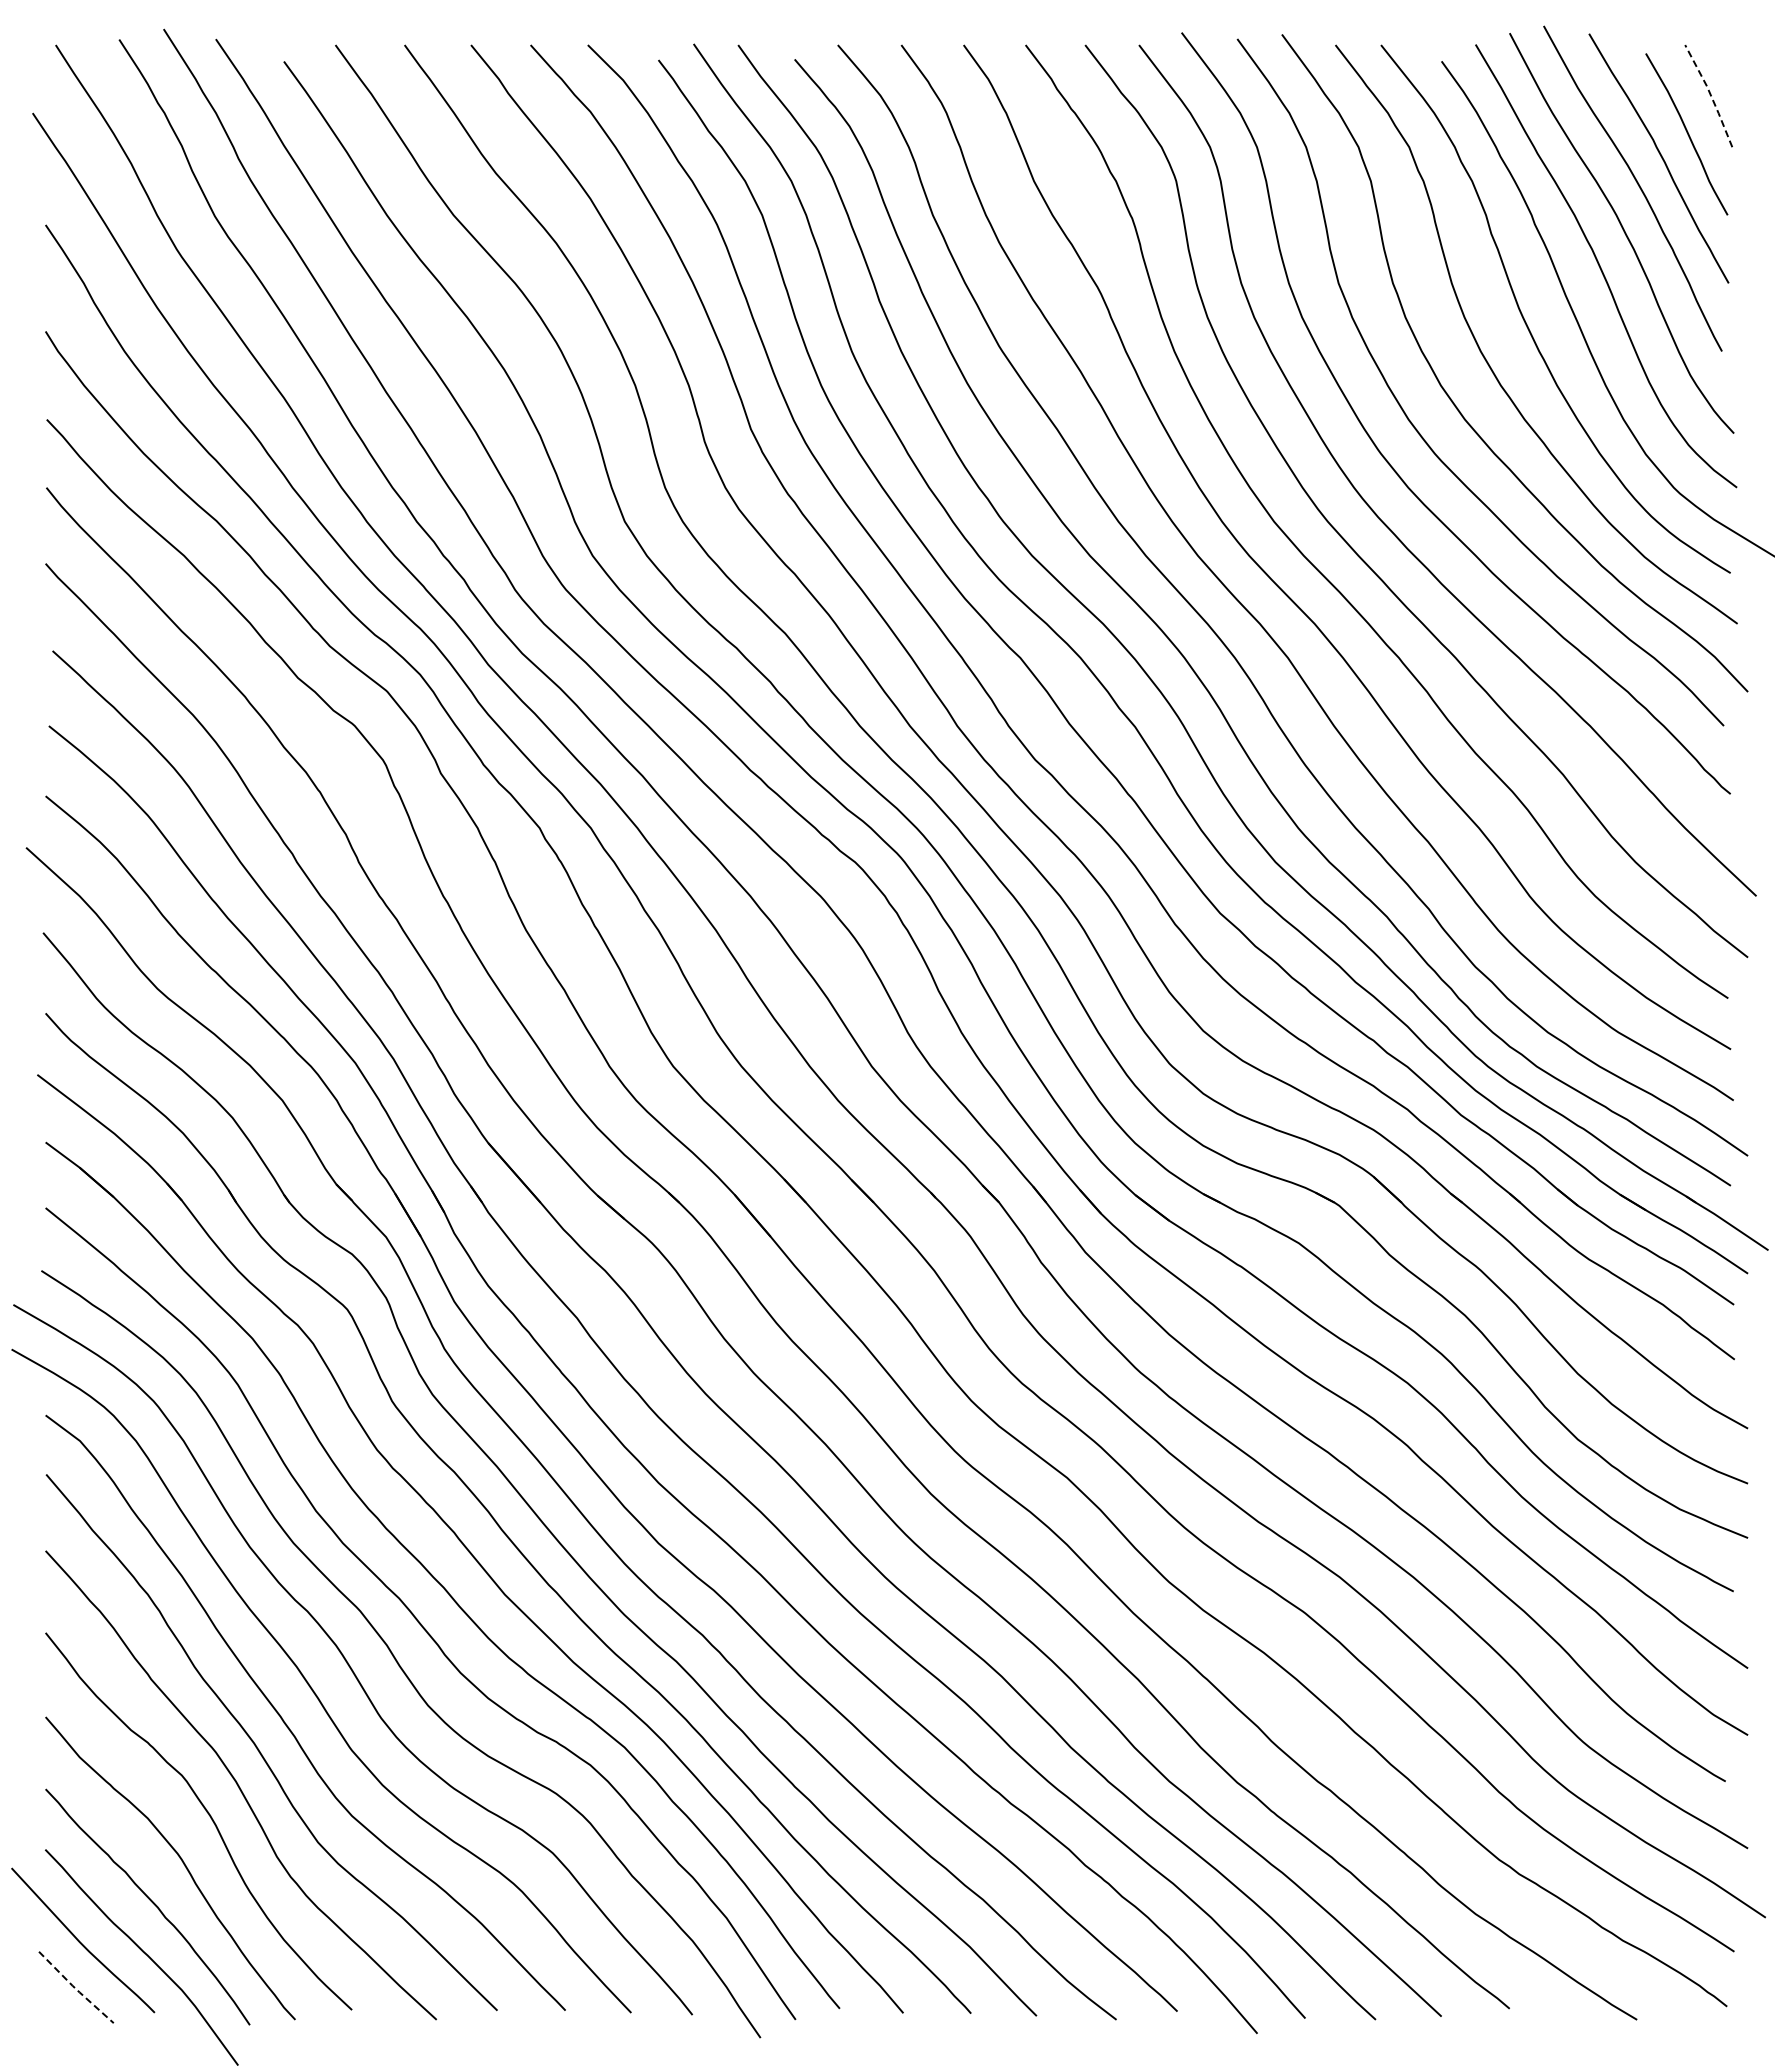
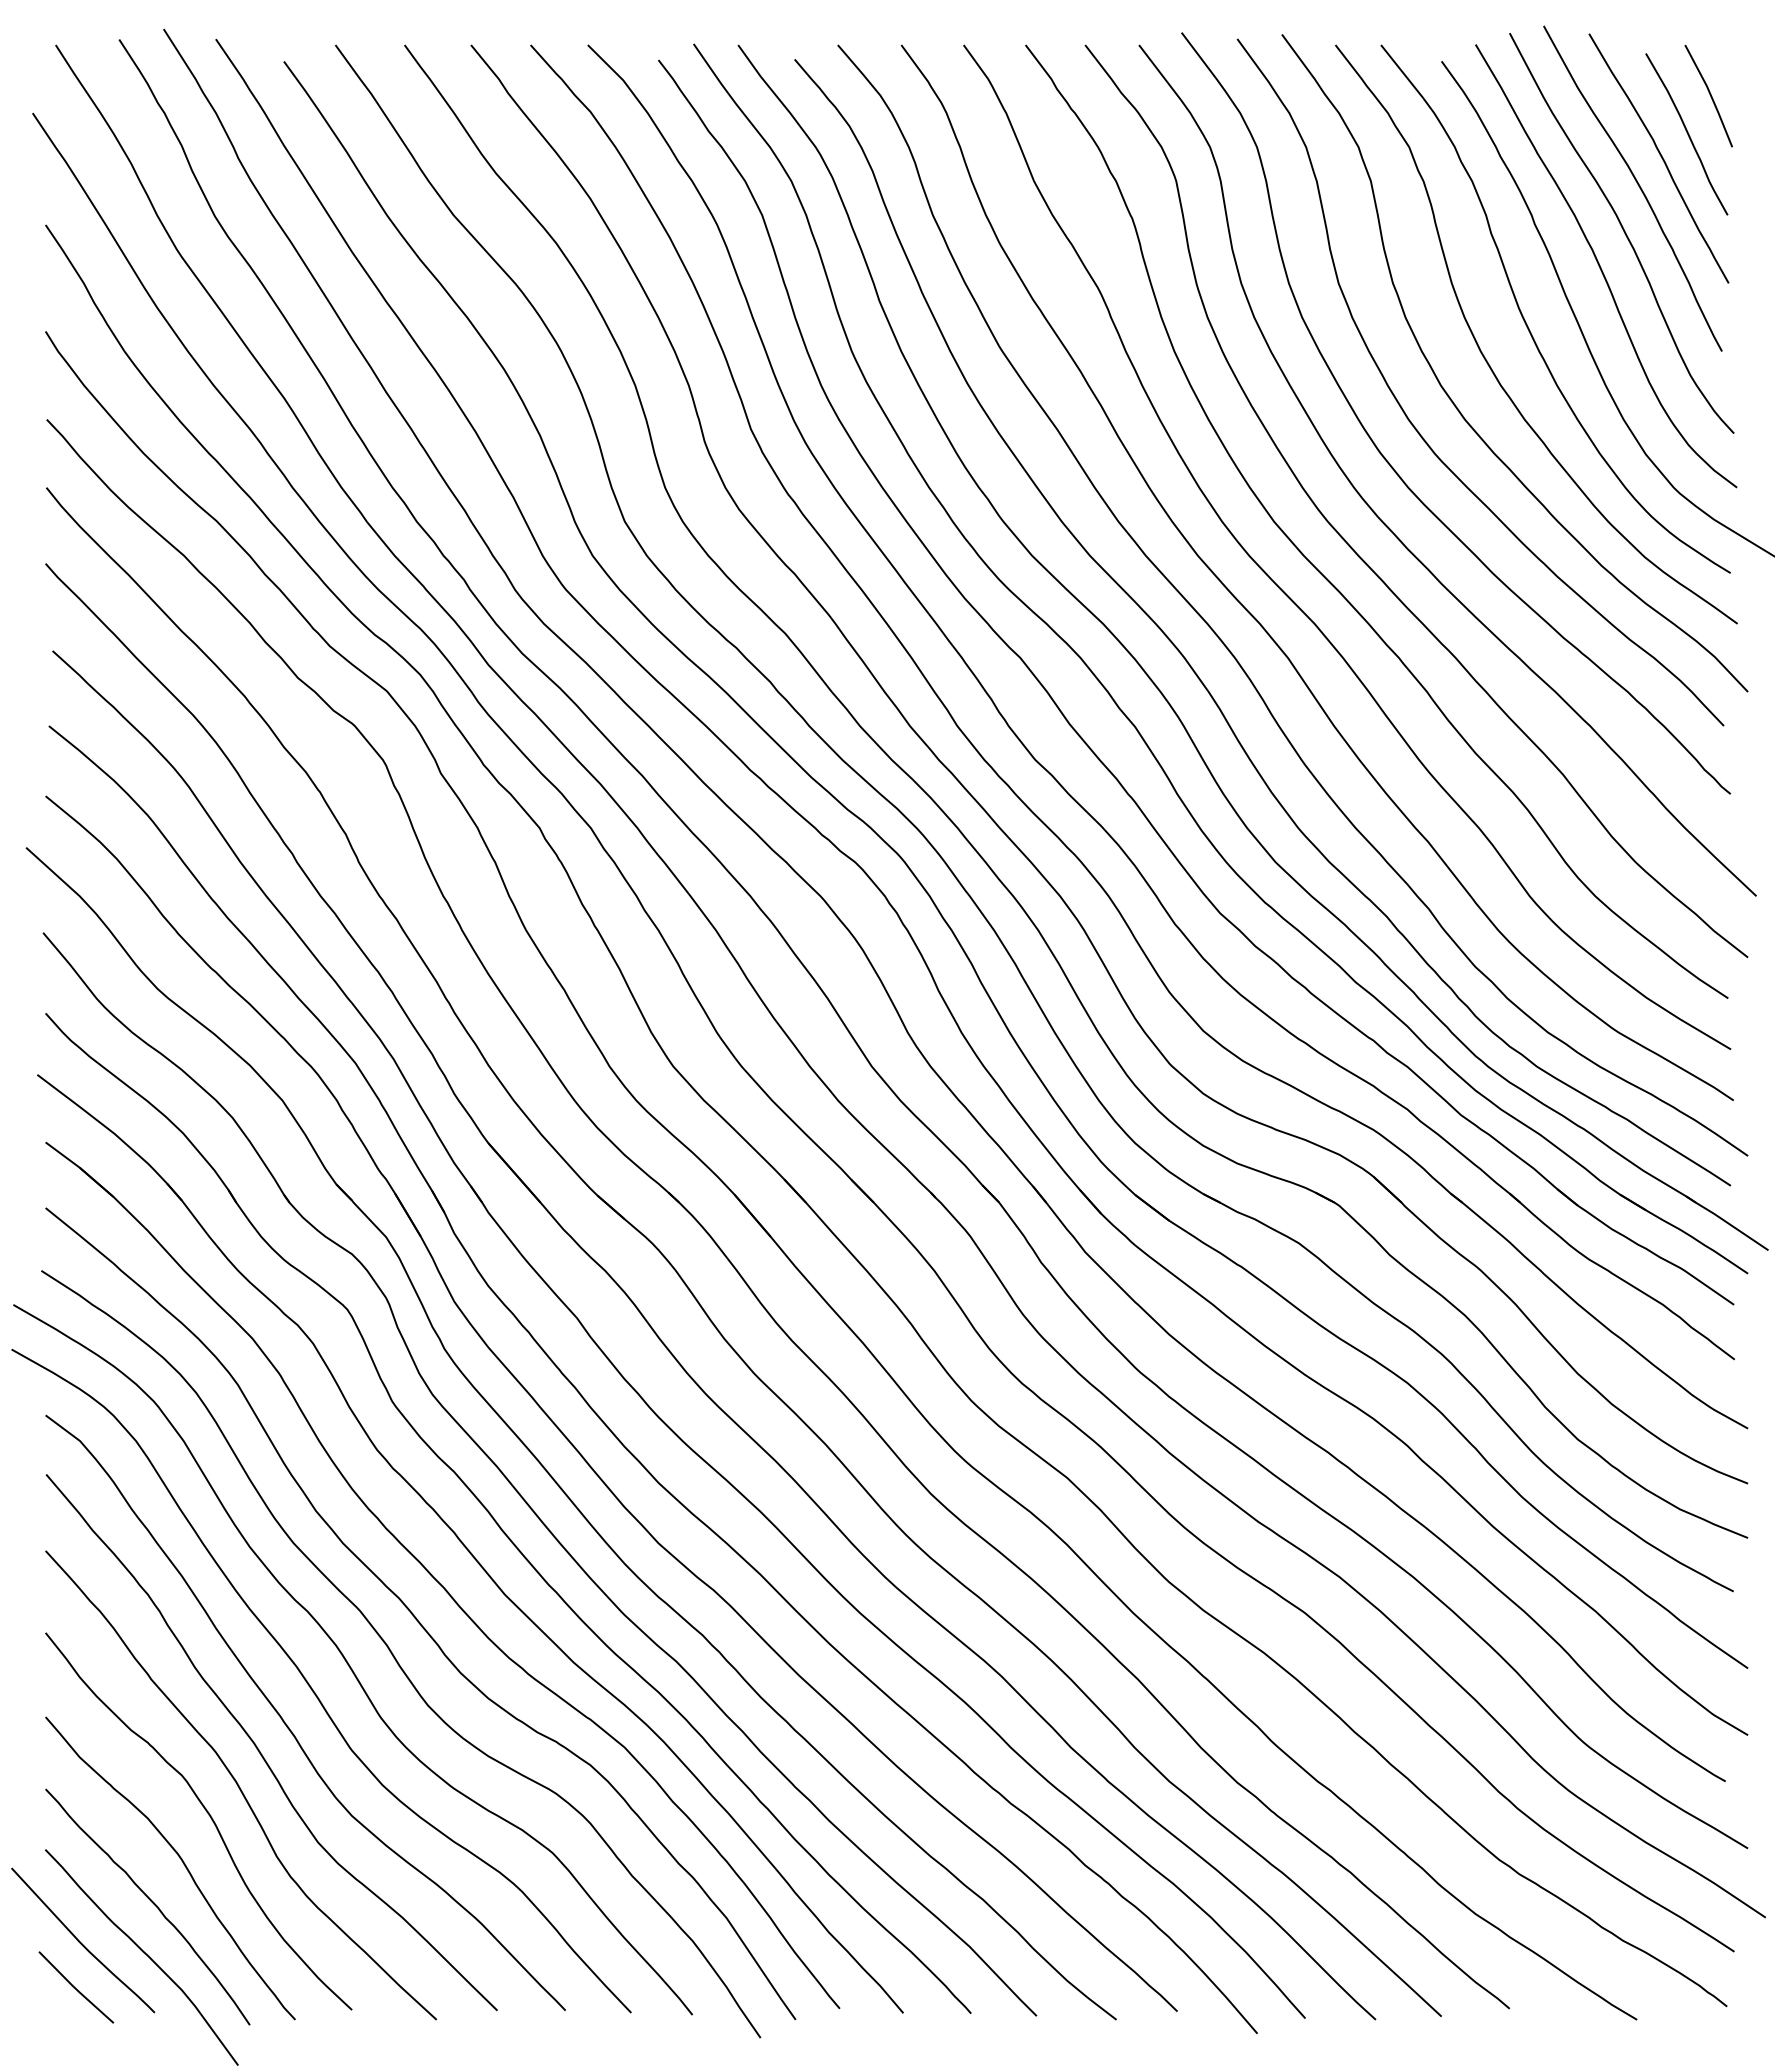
line at (1710, 95): dashed -> solid
line at (75, 1988): dashed -> solid
